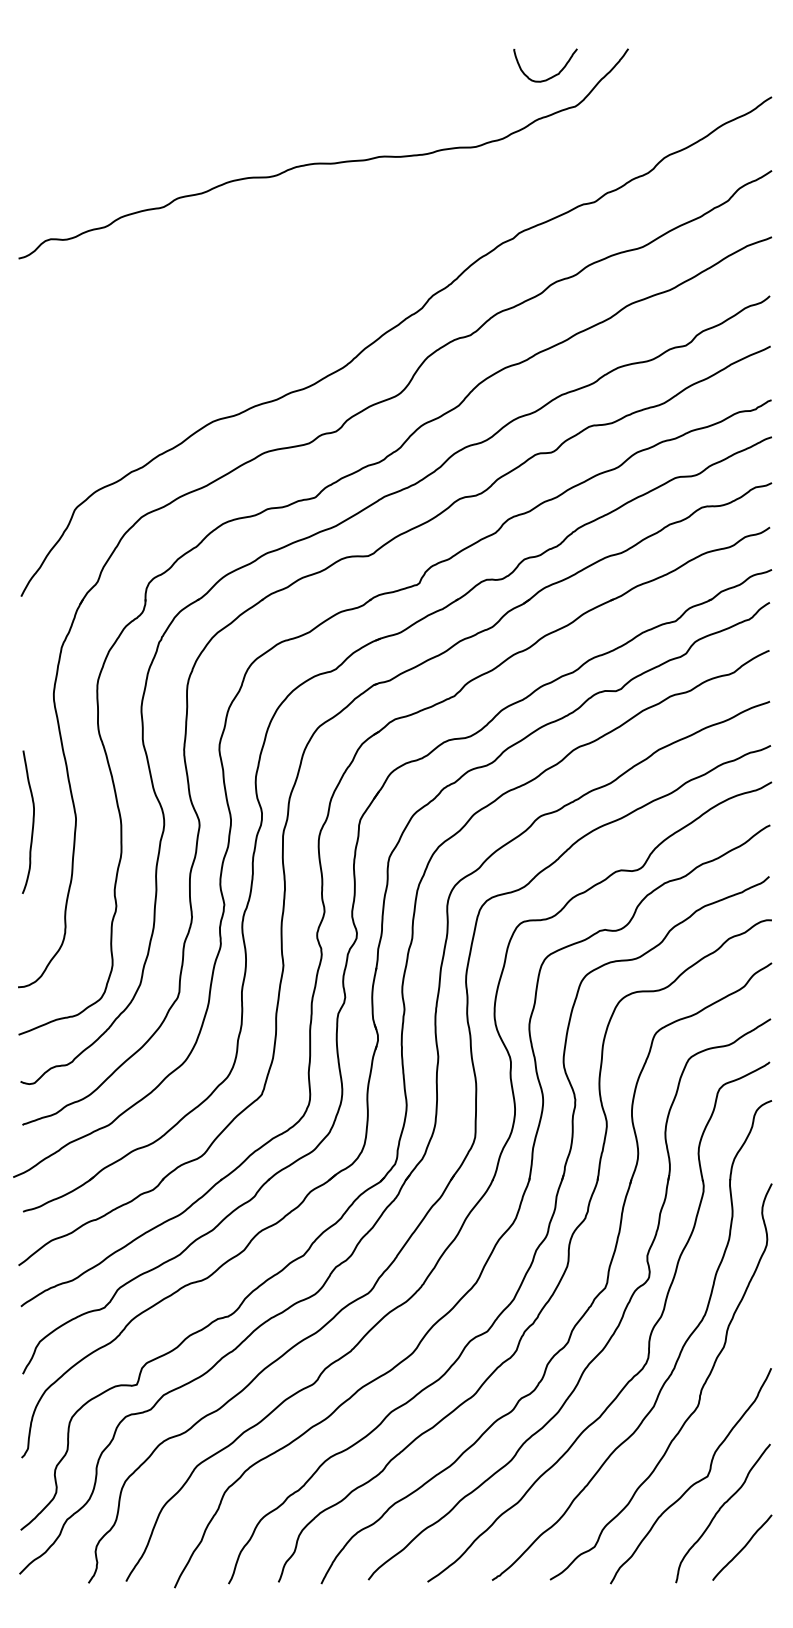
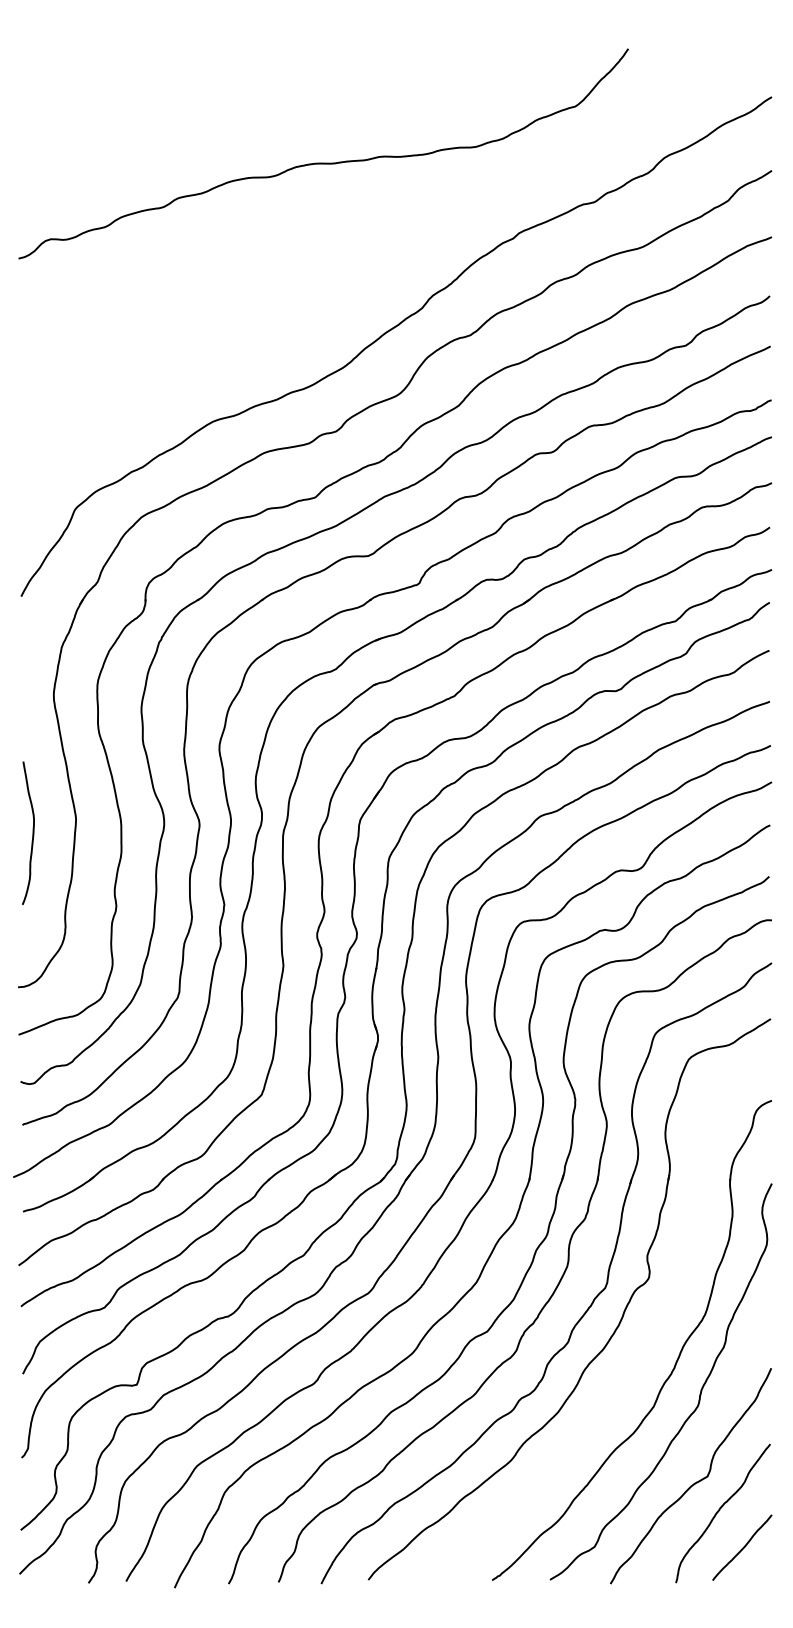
curve at (551, 76): present -> none
curve at (32, 821) position: (32, 821) -> (32, 832)
part at (649, 1335): present -> none
